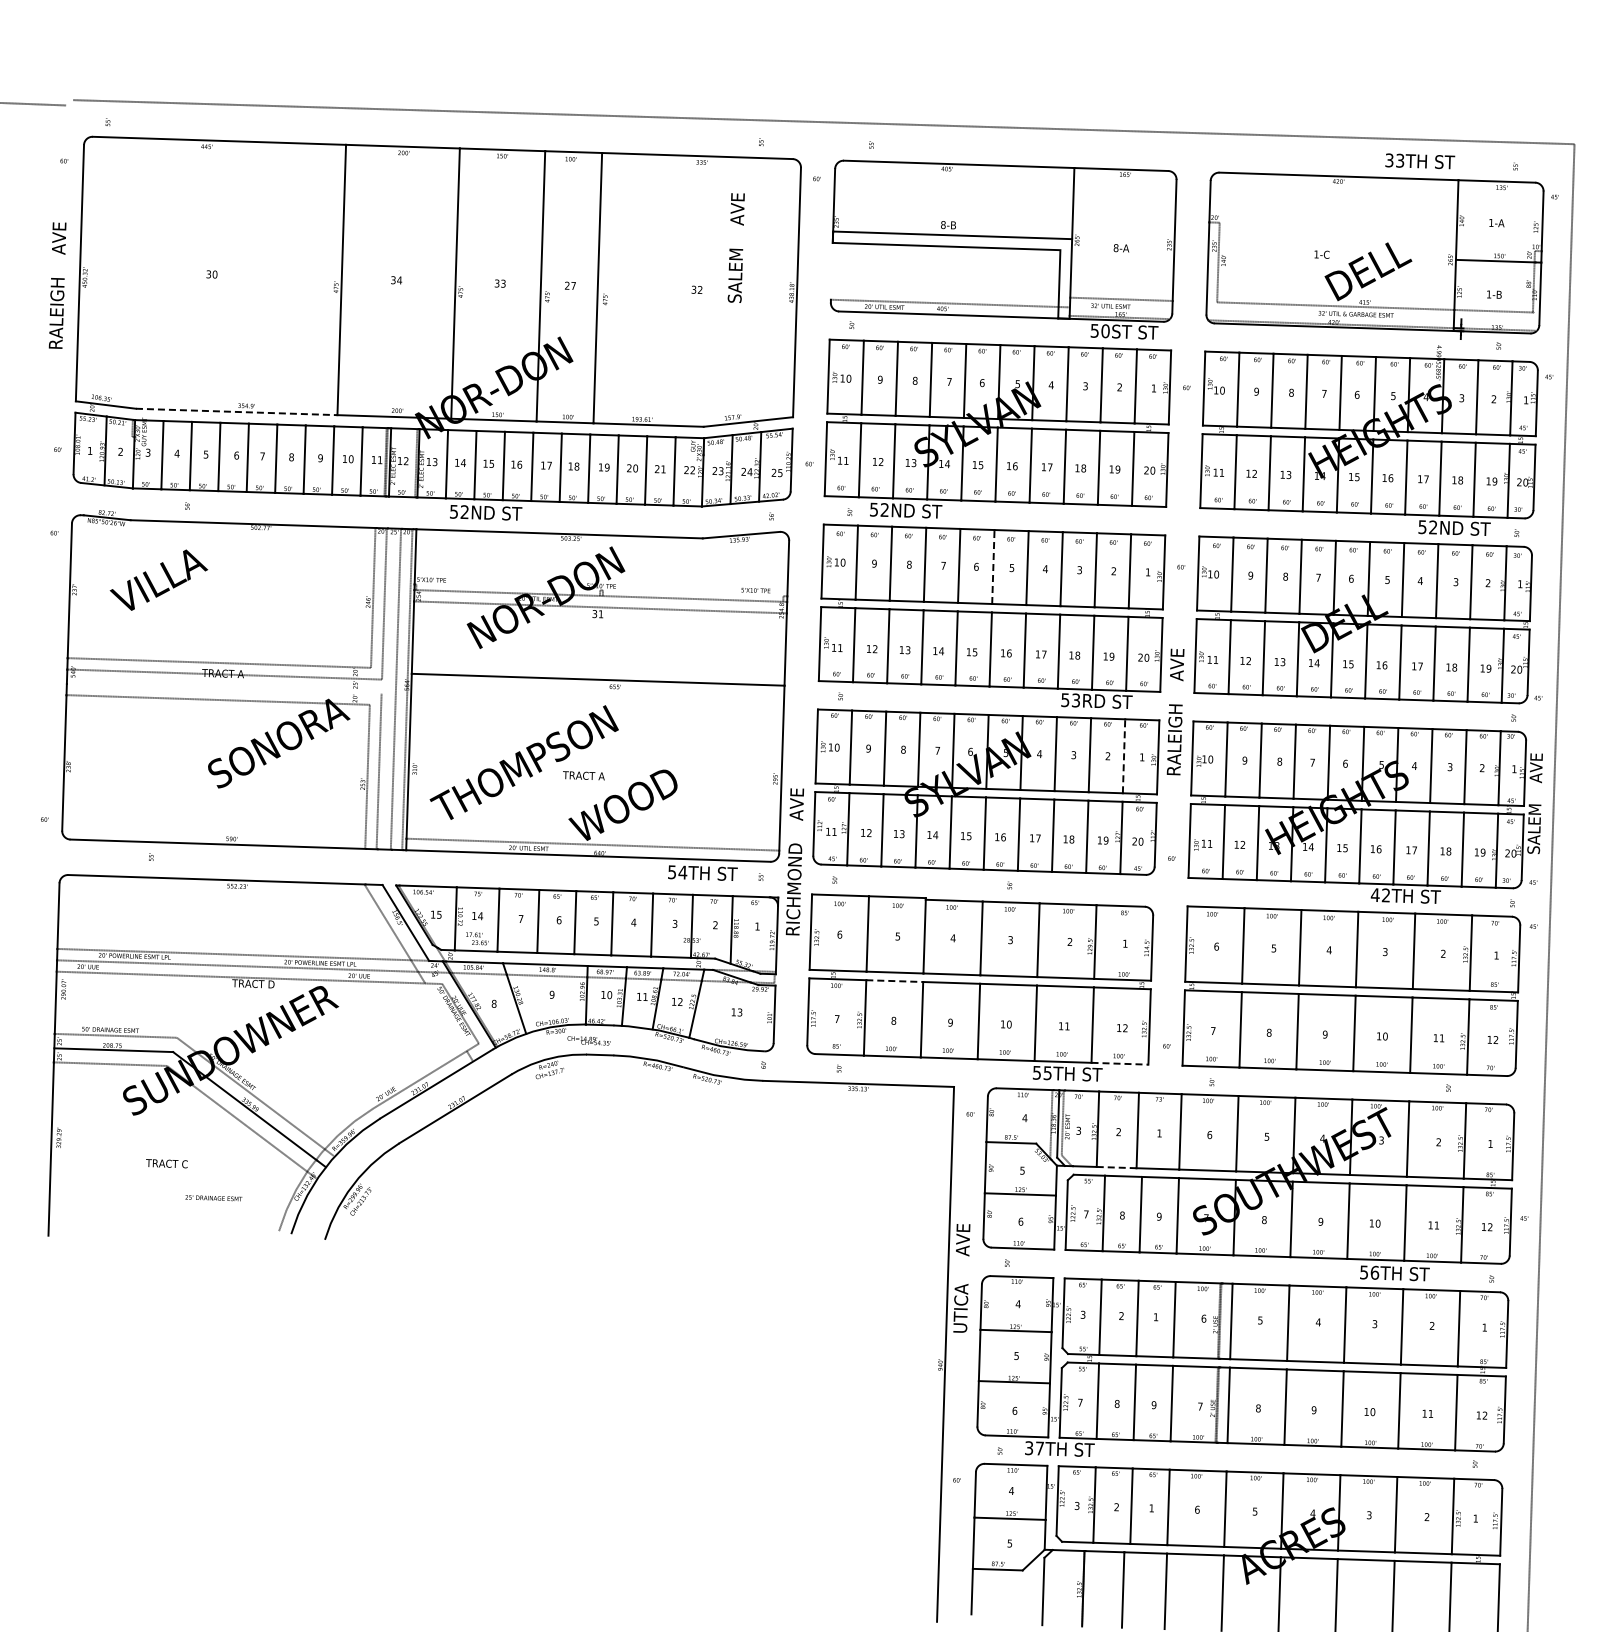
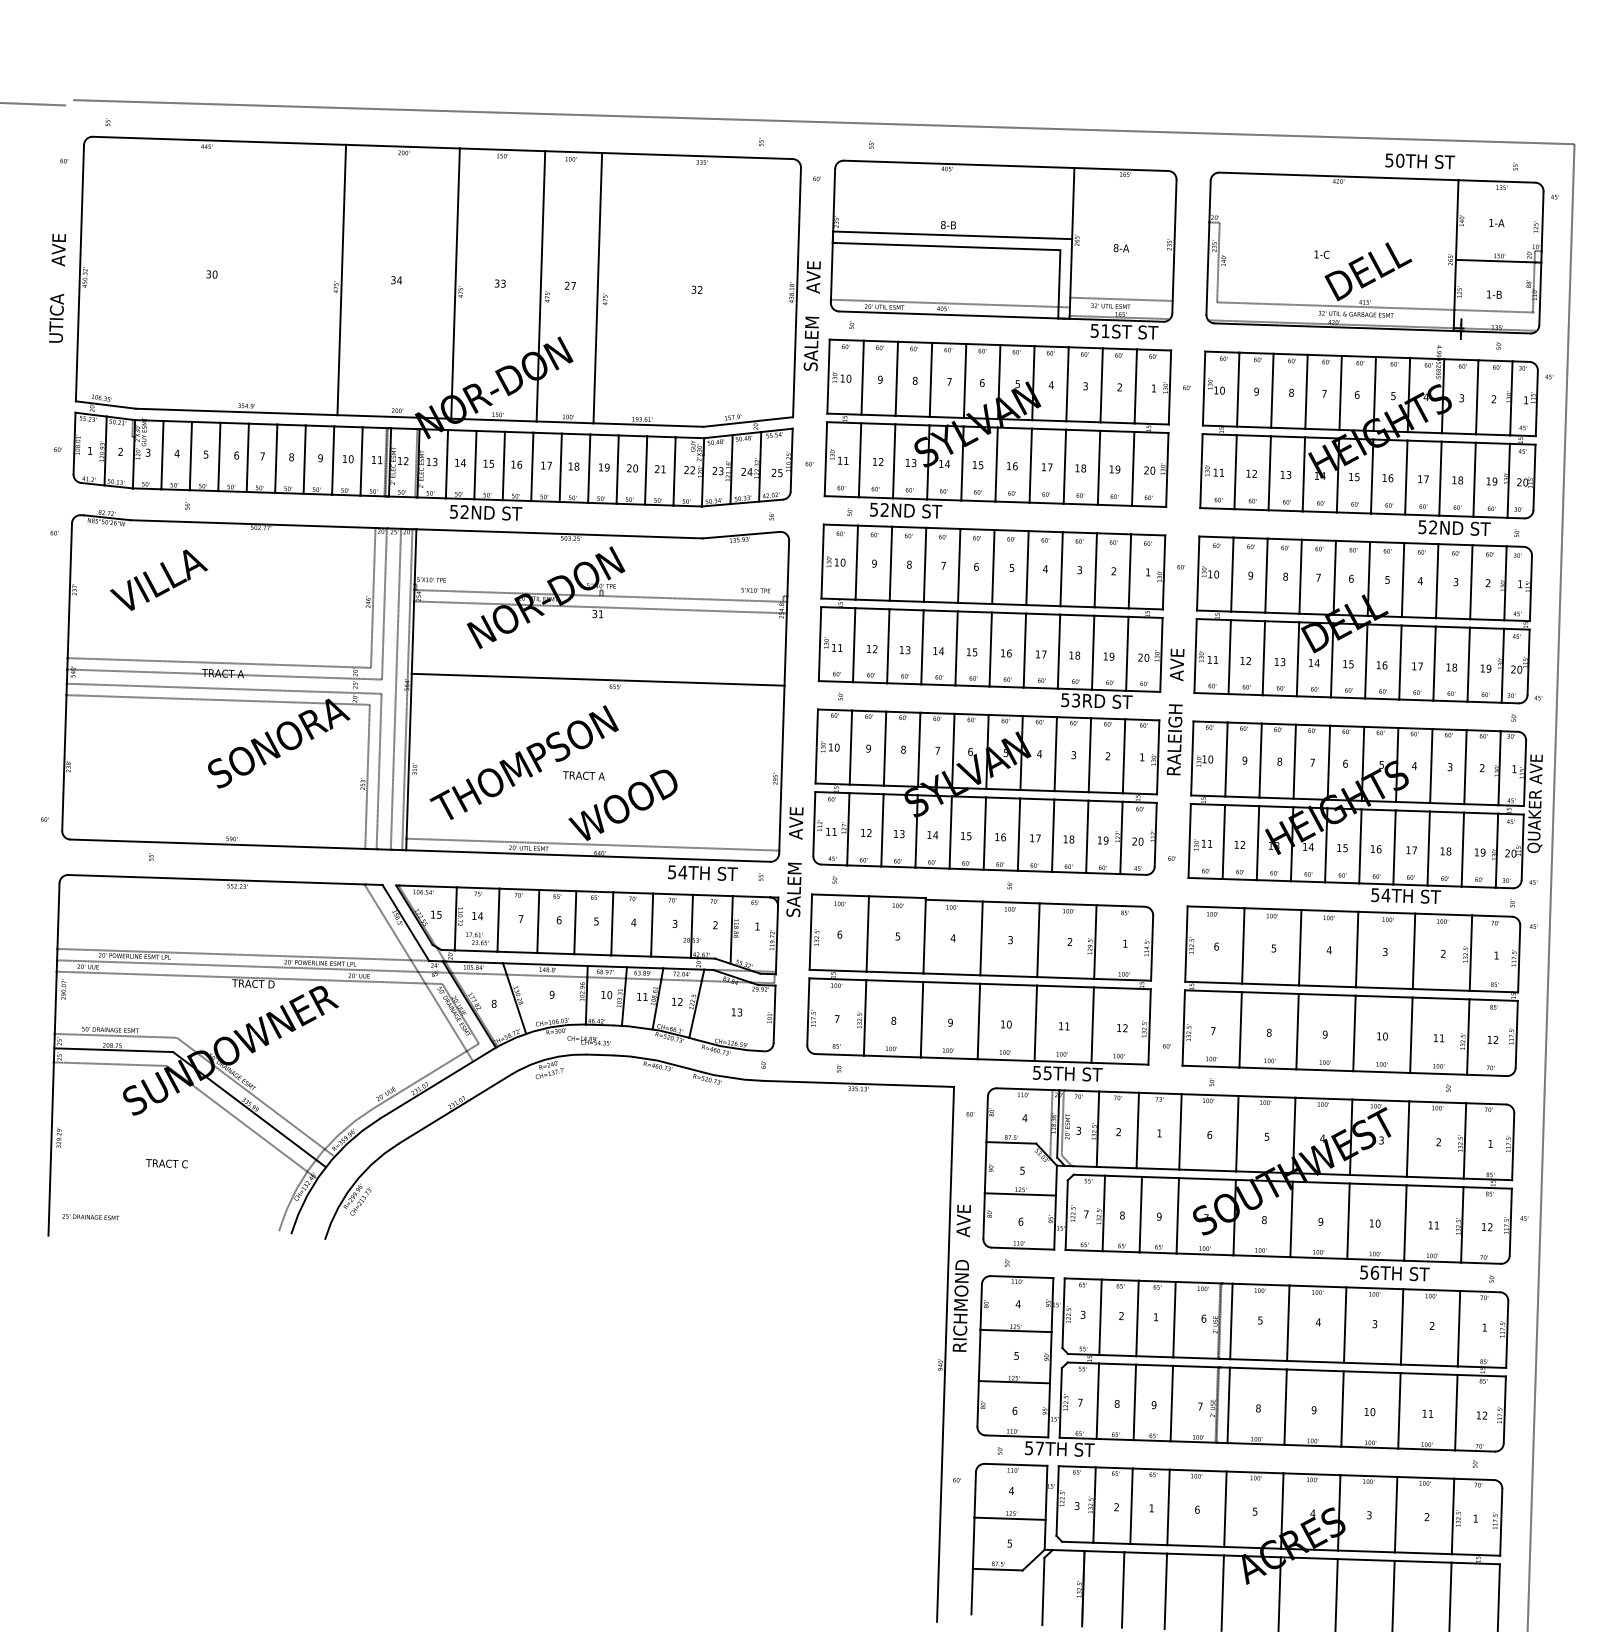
text at (1395, 160): 33TH -> 50TH
text at (735, 247) position: (735, 247) -> (811, 315)
line at (831, 270): none -> present
text at (57, 285): RALEIGH    AVE -> UTICA     AVE
text at (1105, 331): 50ST -> 51ST
line at (236, 411): dashed -> solid
line at (993, 566): dashed -> solid
line at (223, 688): none -> present
line at (1124, 755): dashed -> solid
text at (1534, 803): SALEM    AVE -> QUAKER AVE
text at (794, 861): RICHMOND    AVE -> SALEM    AVE
text at (1380, 895): 42TH -> 54TH
line at (895, 981): dashed -> solid
line at (445, 1017): none -> present
line at (1120, 1063): dashed -> solid
line at (1116, 1167): dashed -> solid
text at (213, 1198) position: (213, 1198) -> (90, 1217)
text at (961, 1277): UTICA     AVE -> RICHMOND    AVE
text at (1029, 1447): 37TH -> 57TH
